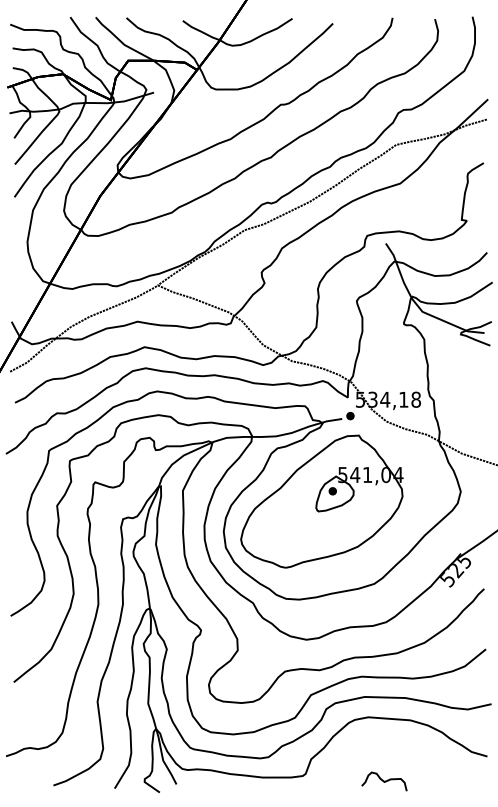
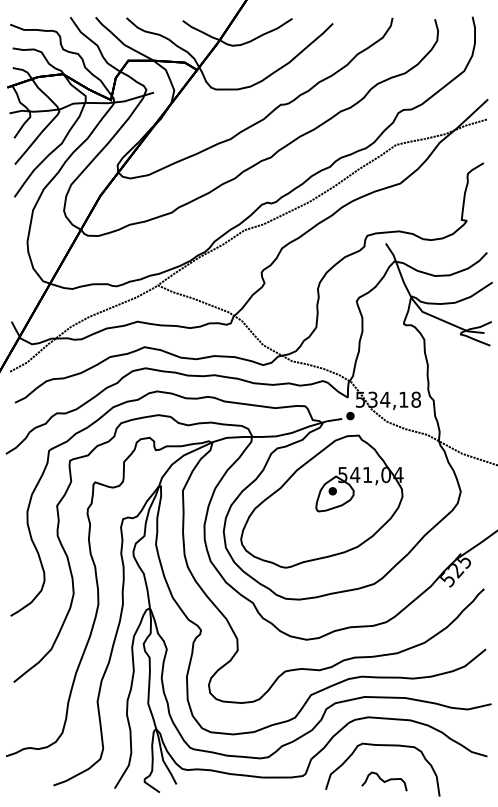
part at (382, 746): none -> present
